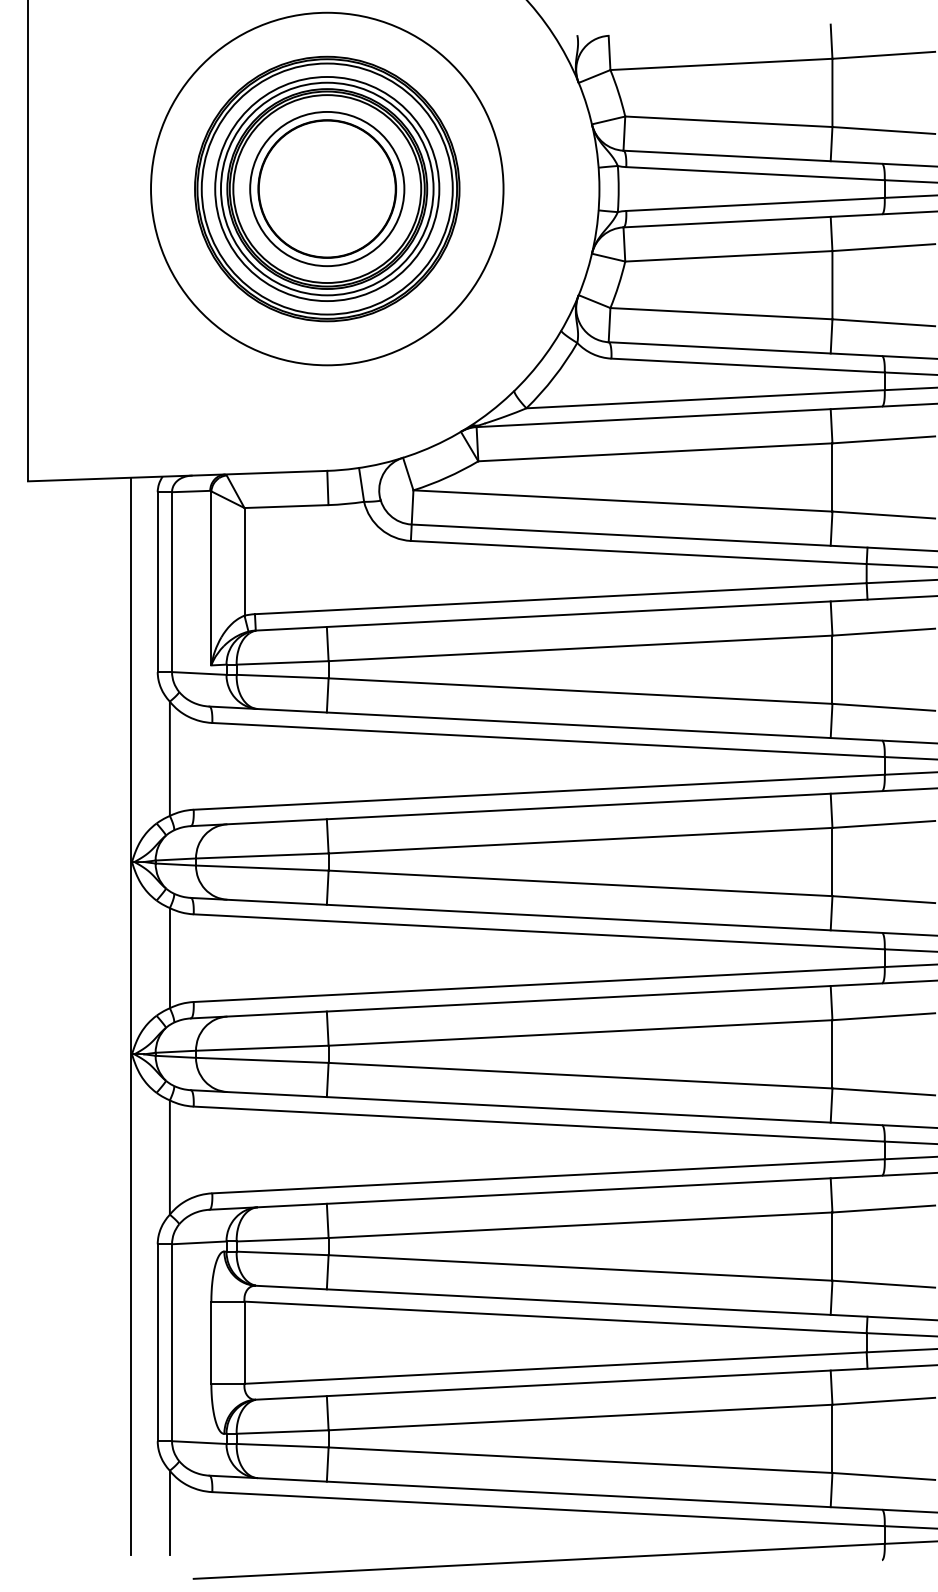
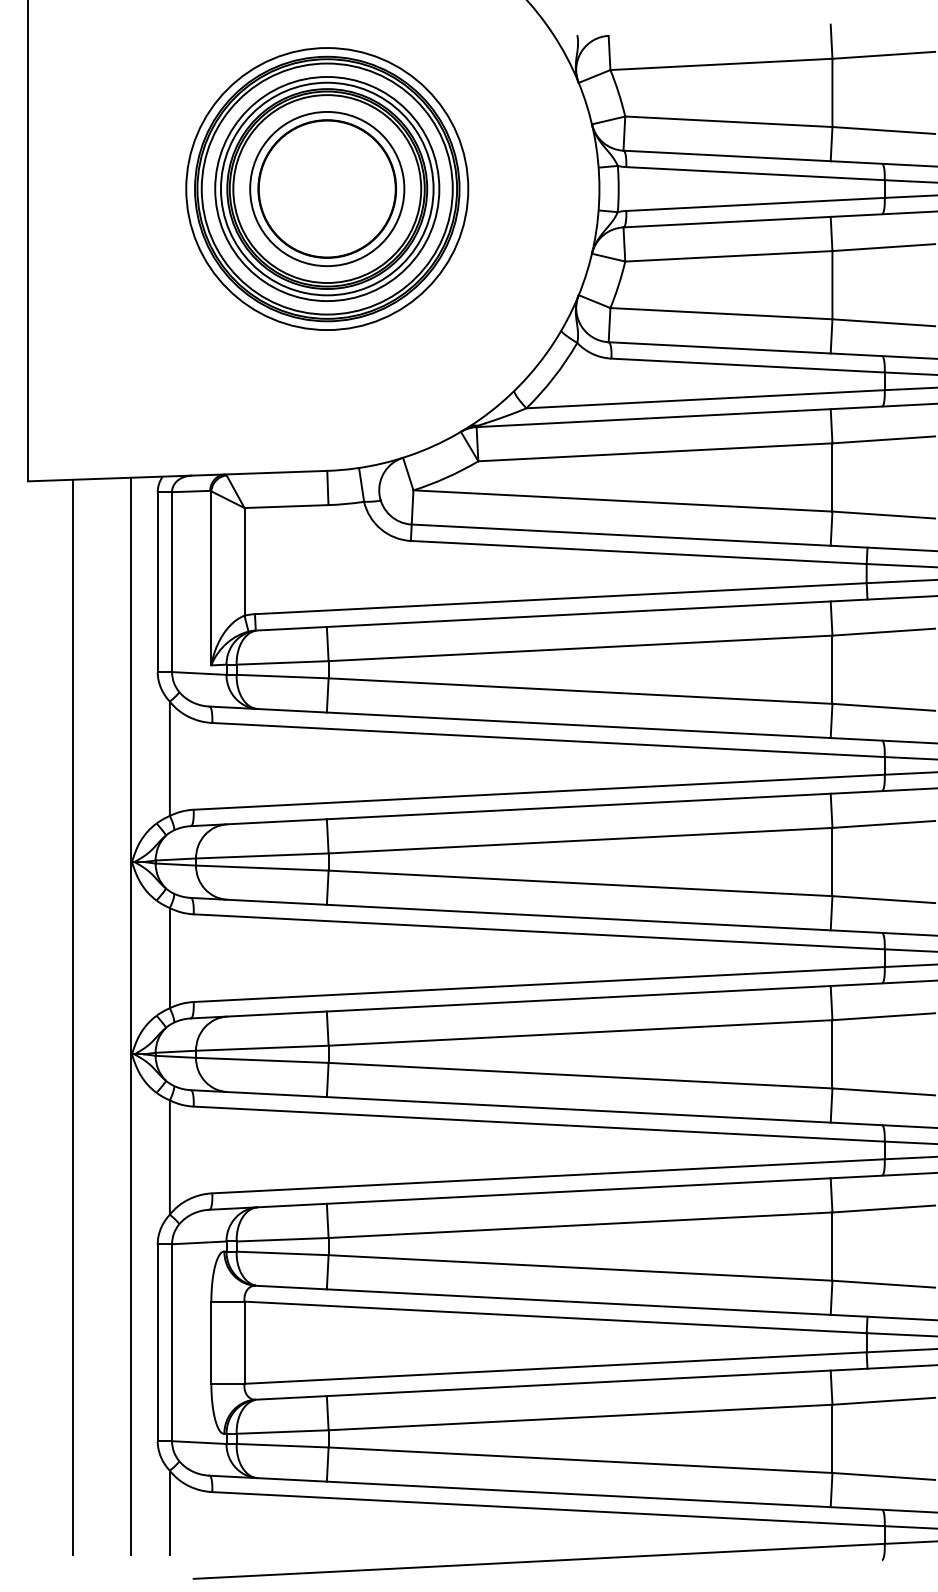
circle at (327, 188) diameter: 353 px -> 282 px
line at (73, 1016): none -> present
